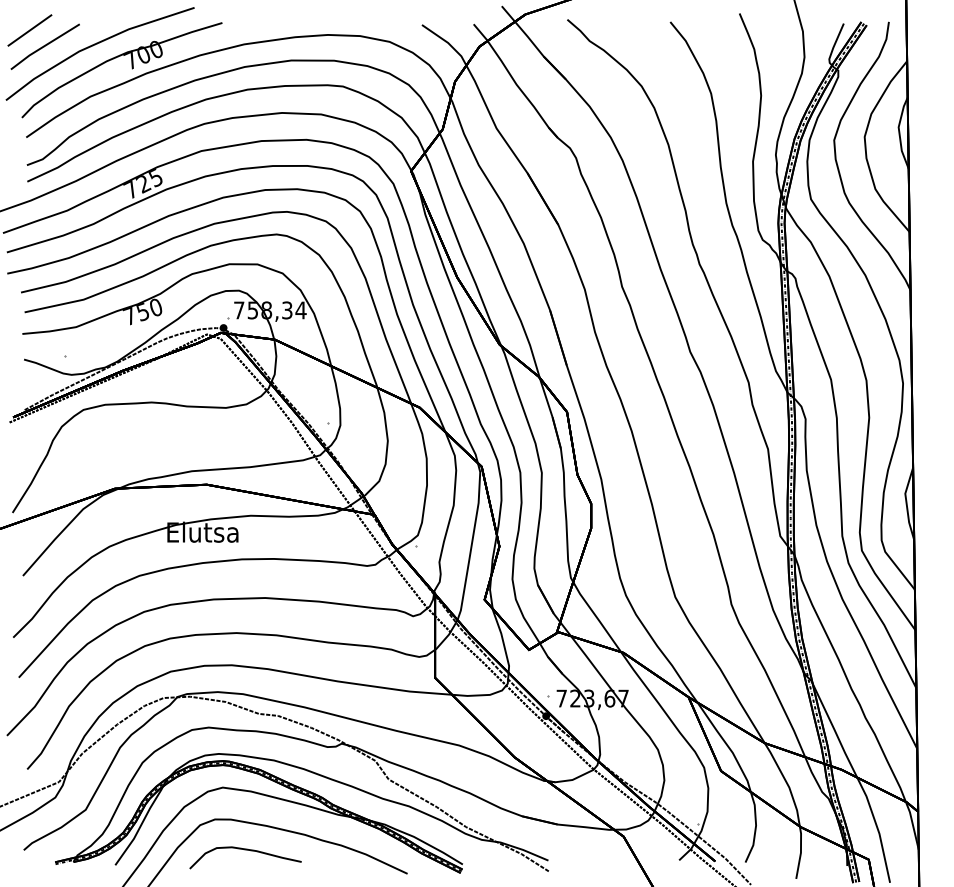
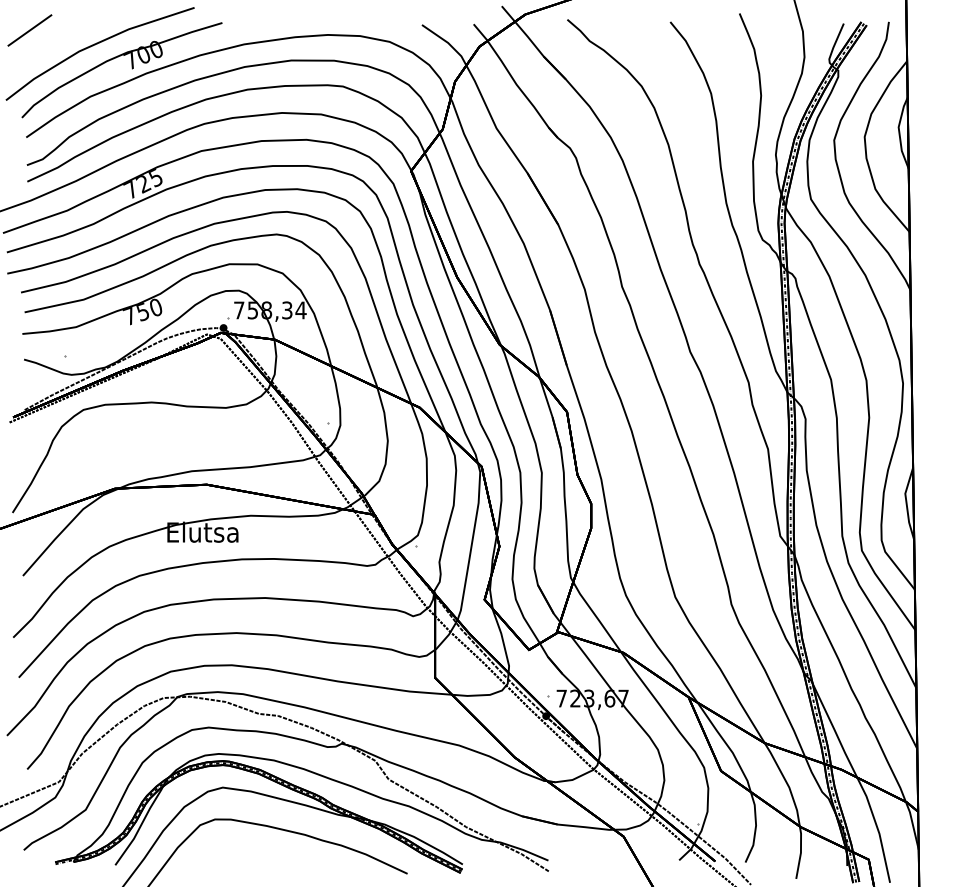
line at (44, 46): present -> none
curve at (245, 850): present -> none
